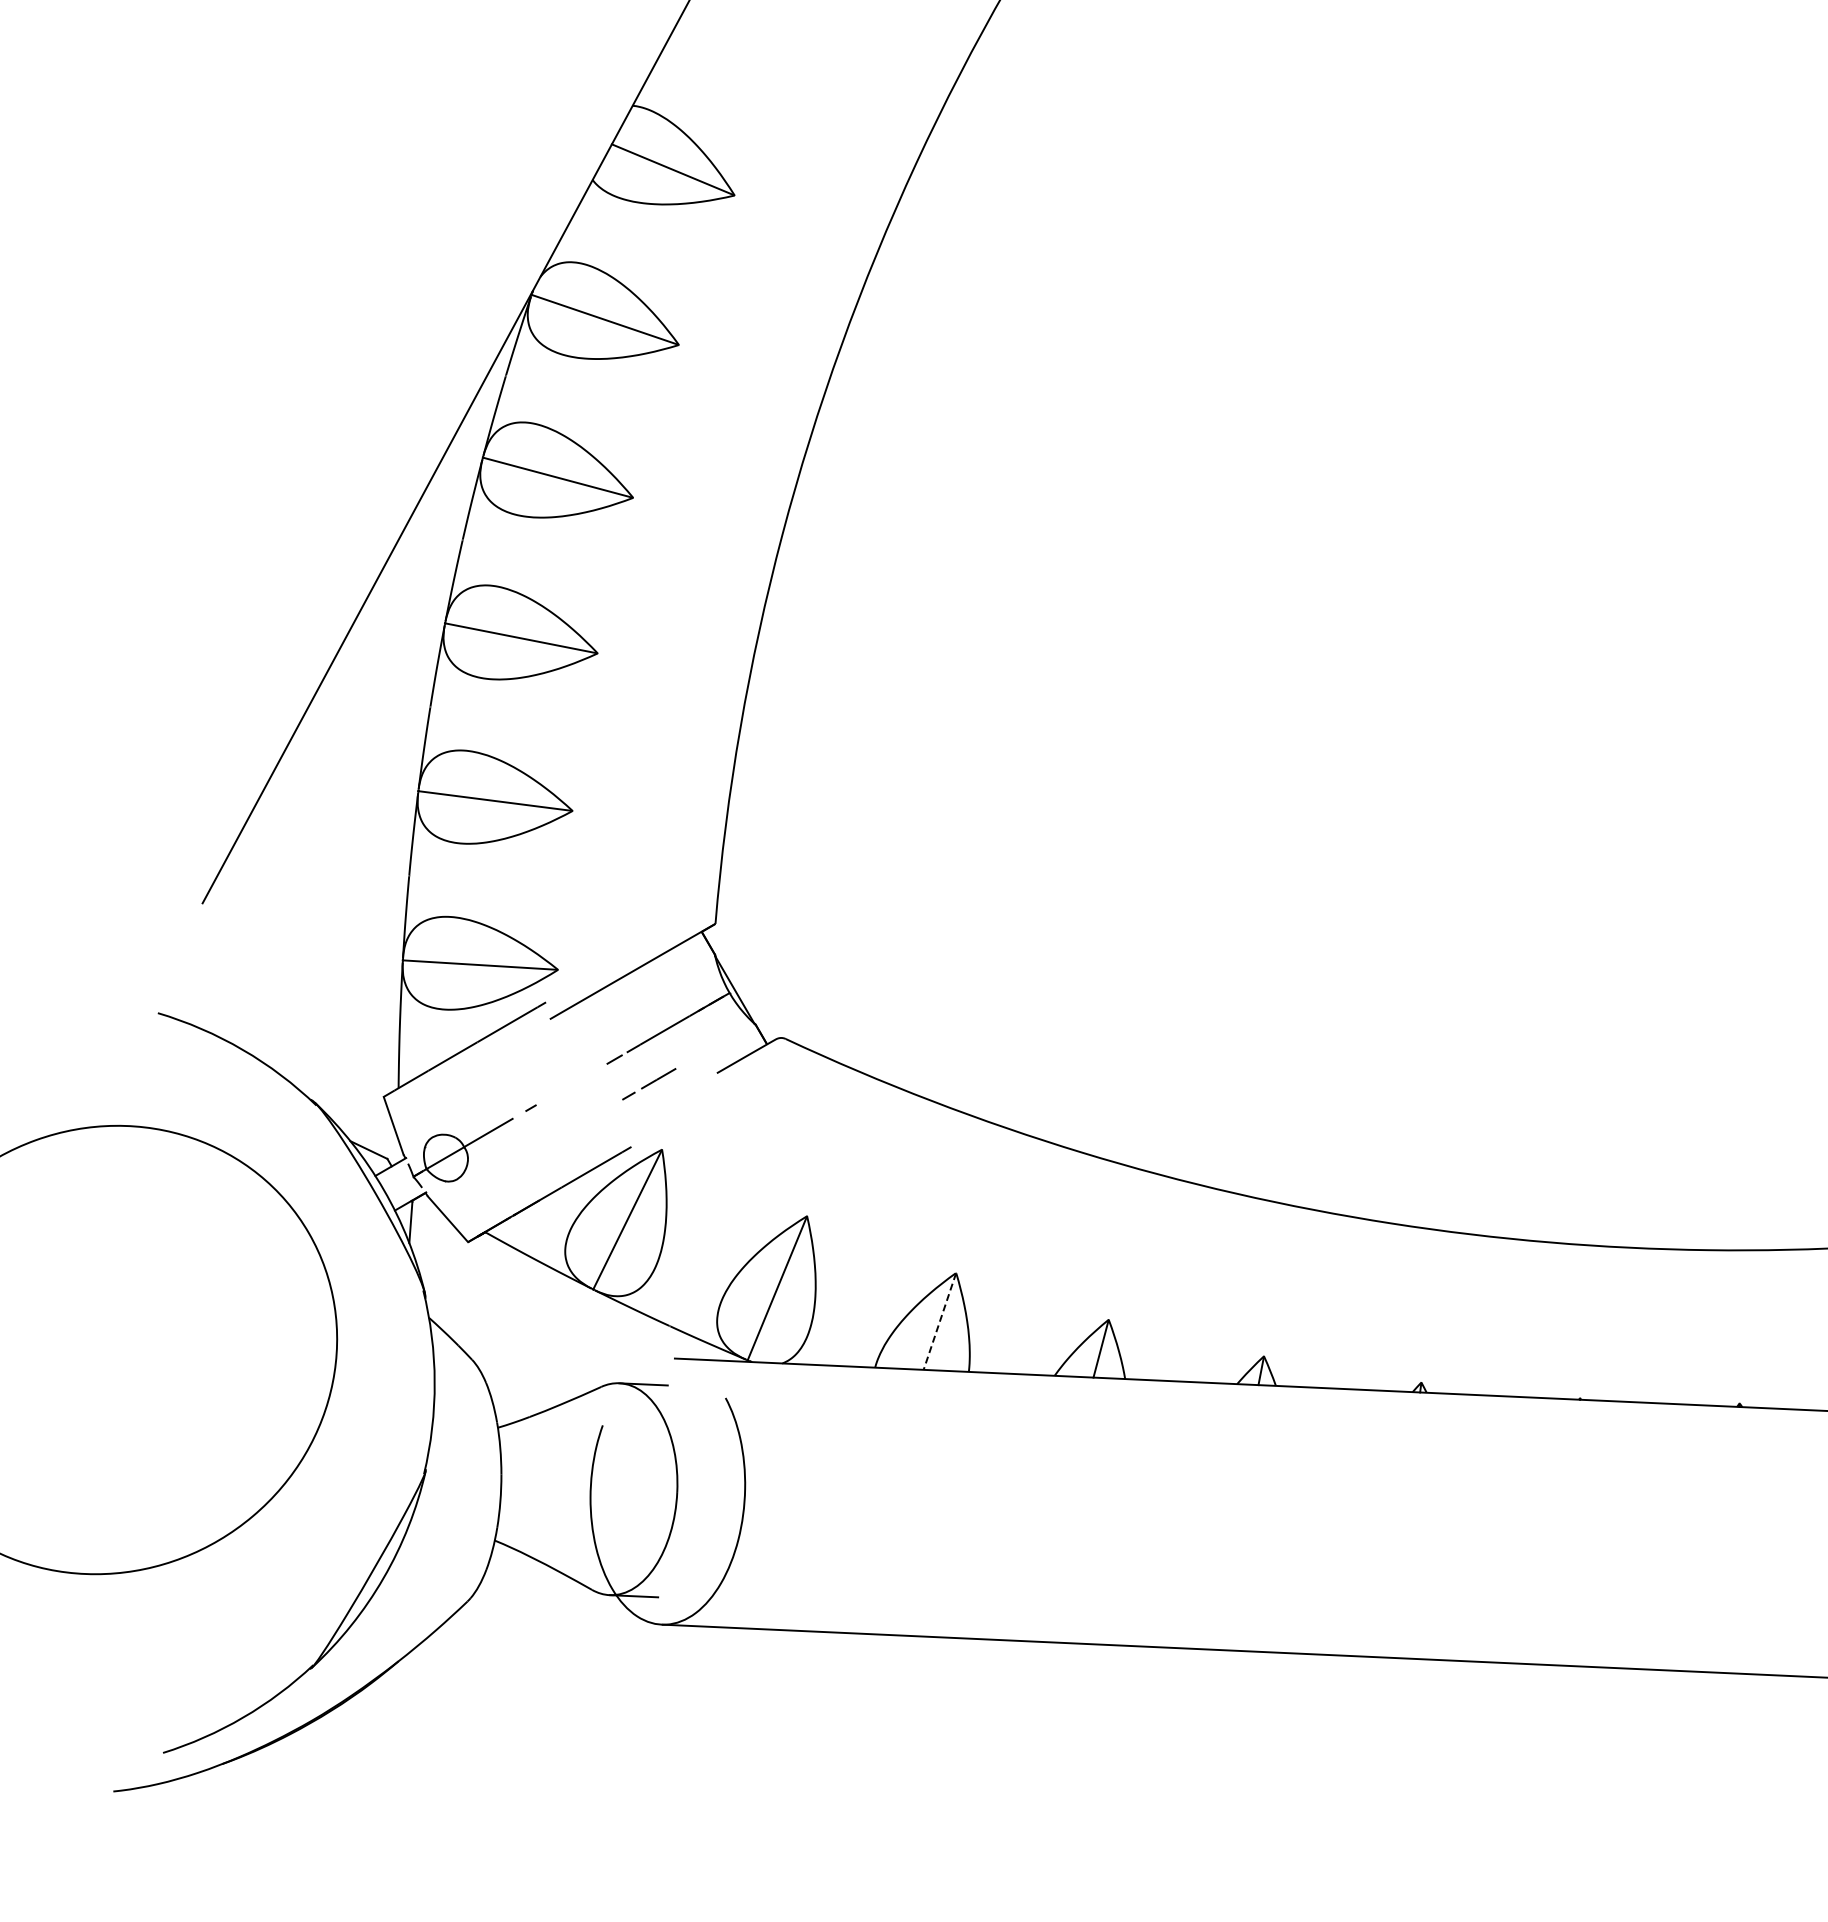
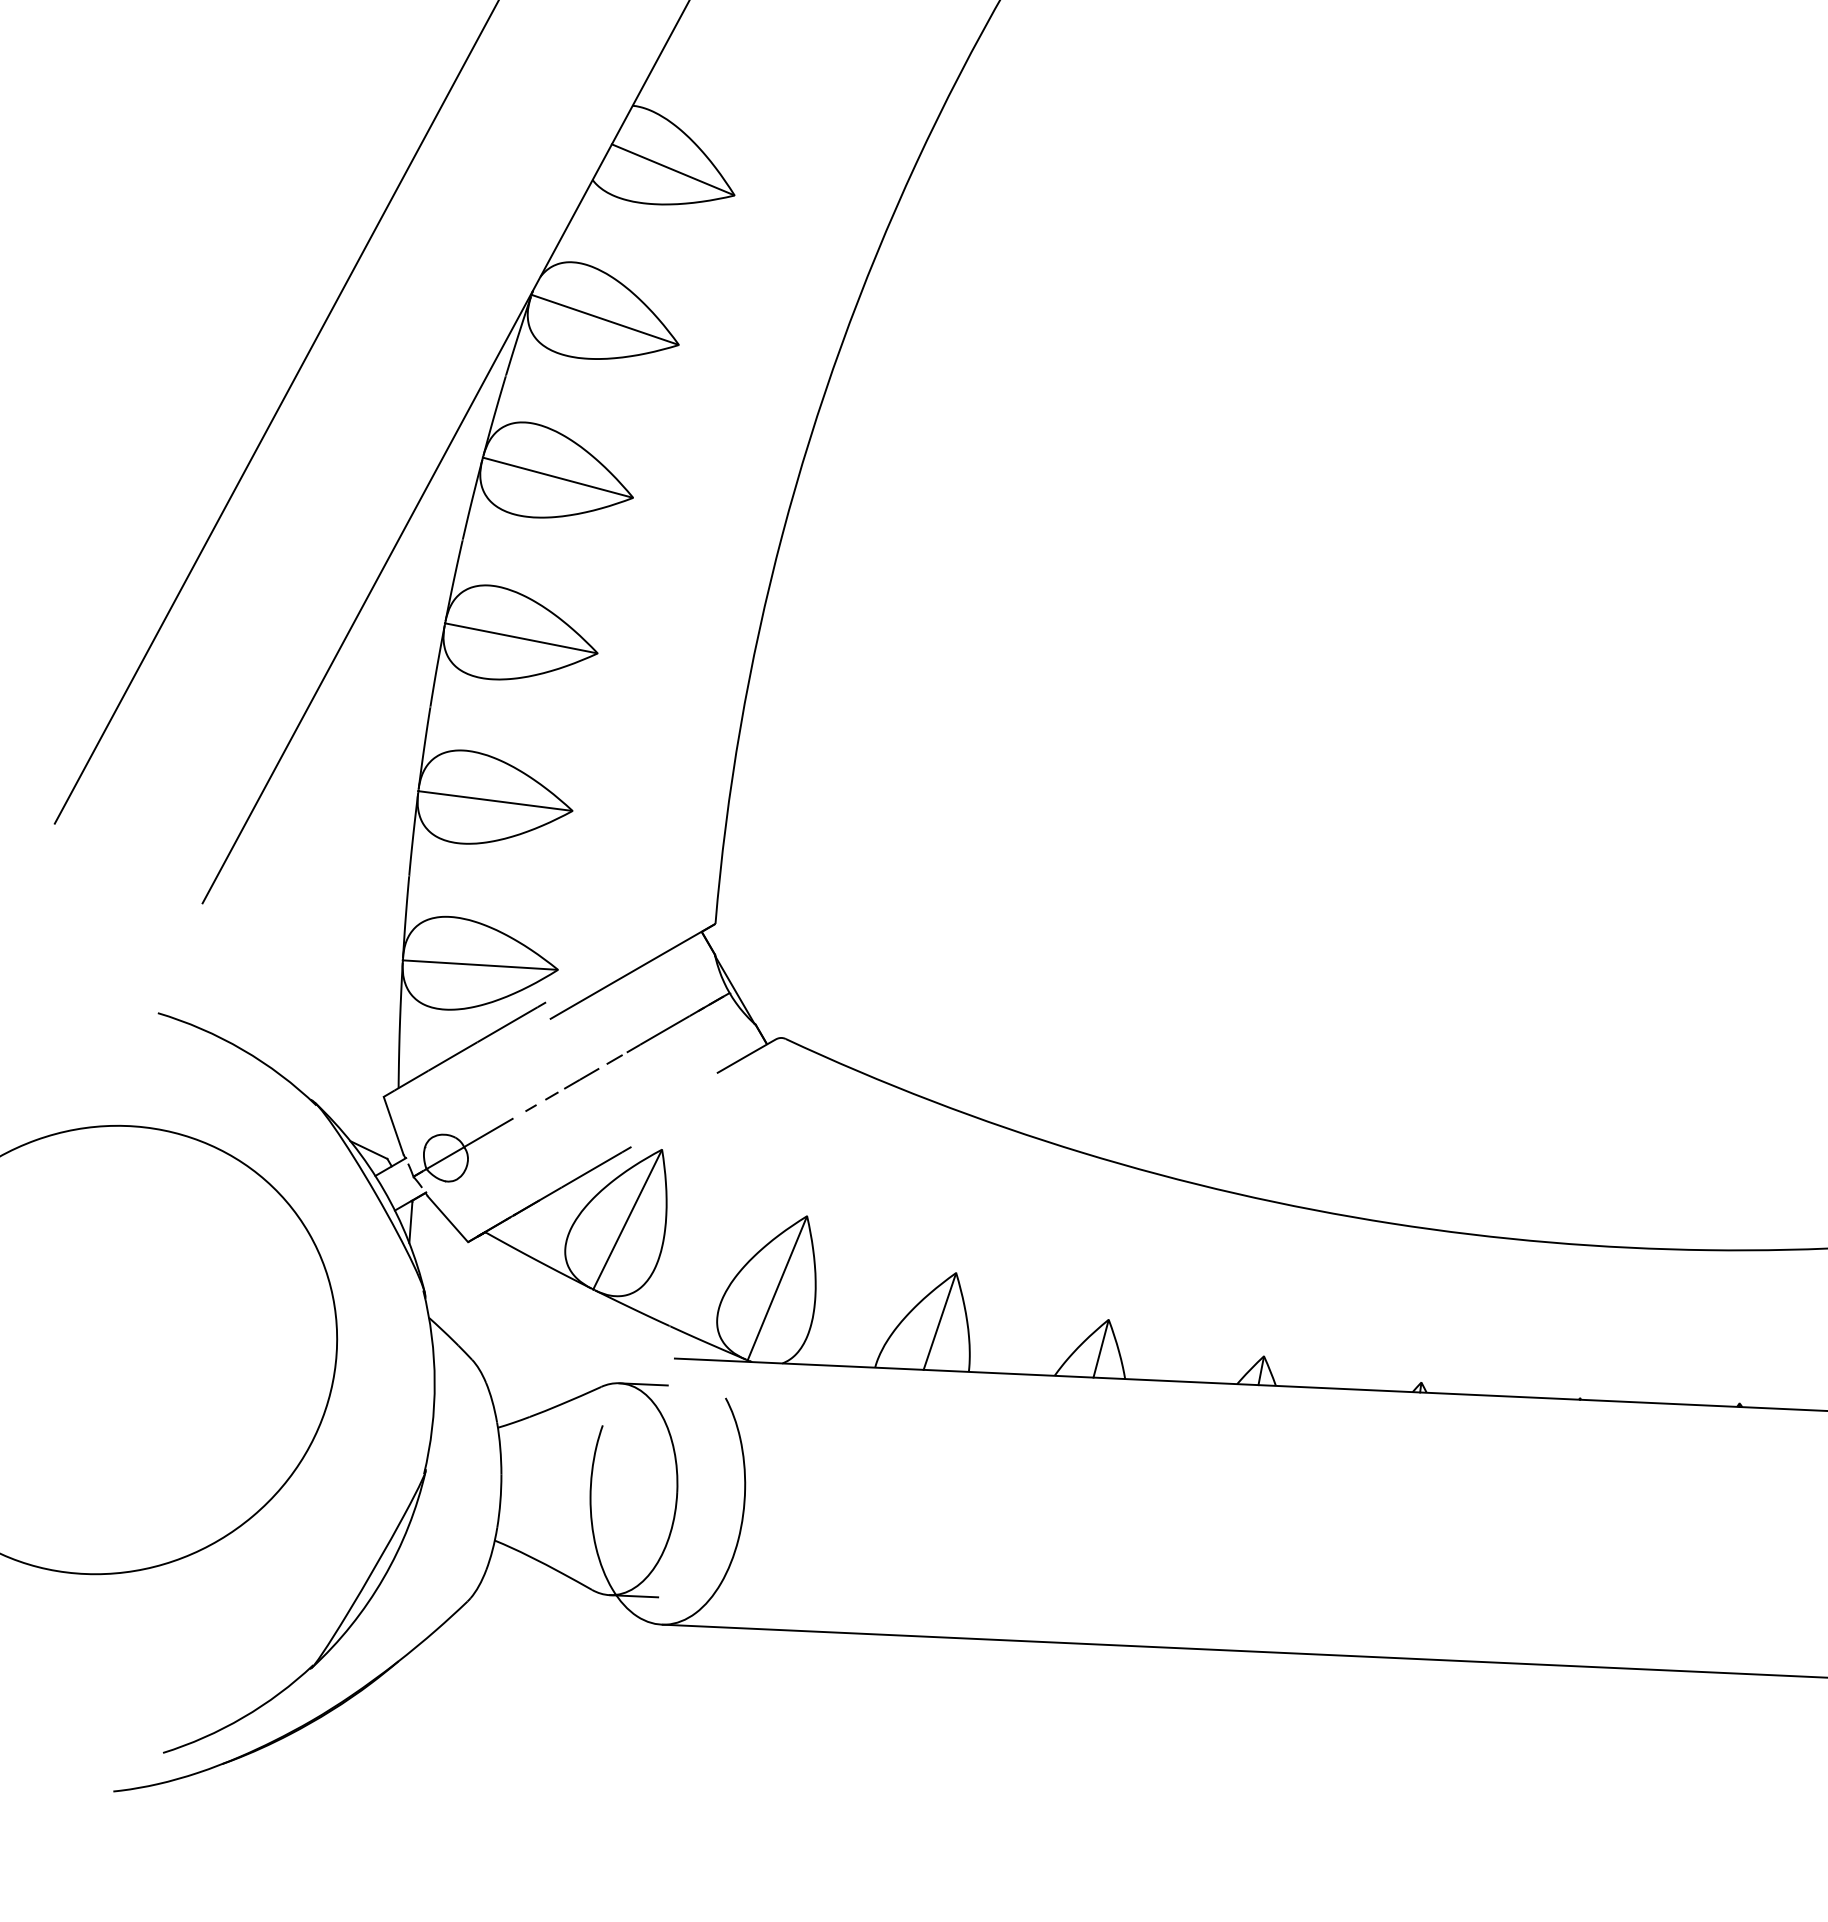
line at (275, 412): none -> present
line at (649, 1084) position: (649, 1084) -> (572, 1084)
line at (939, 1321): dashed -> solid
